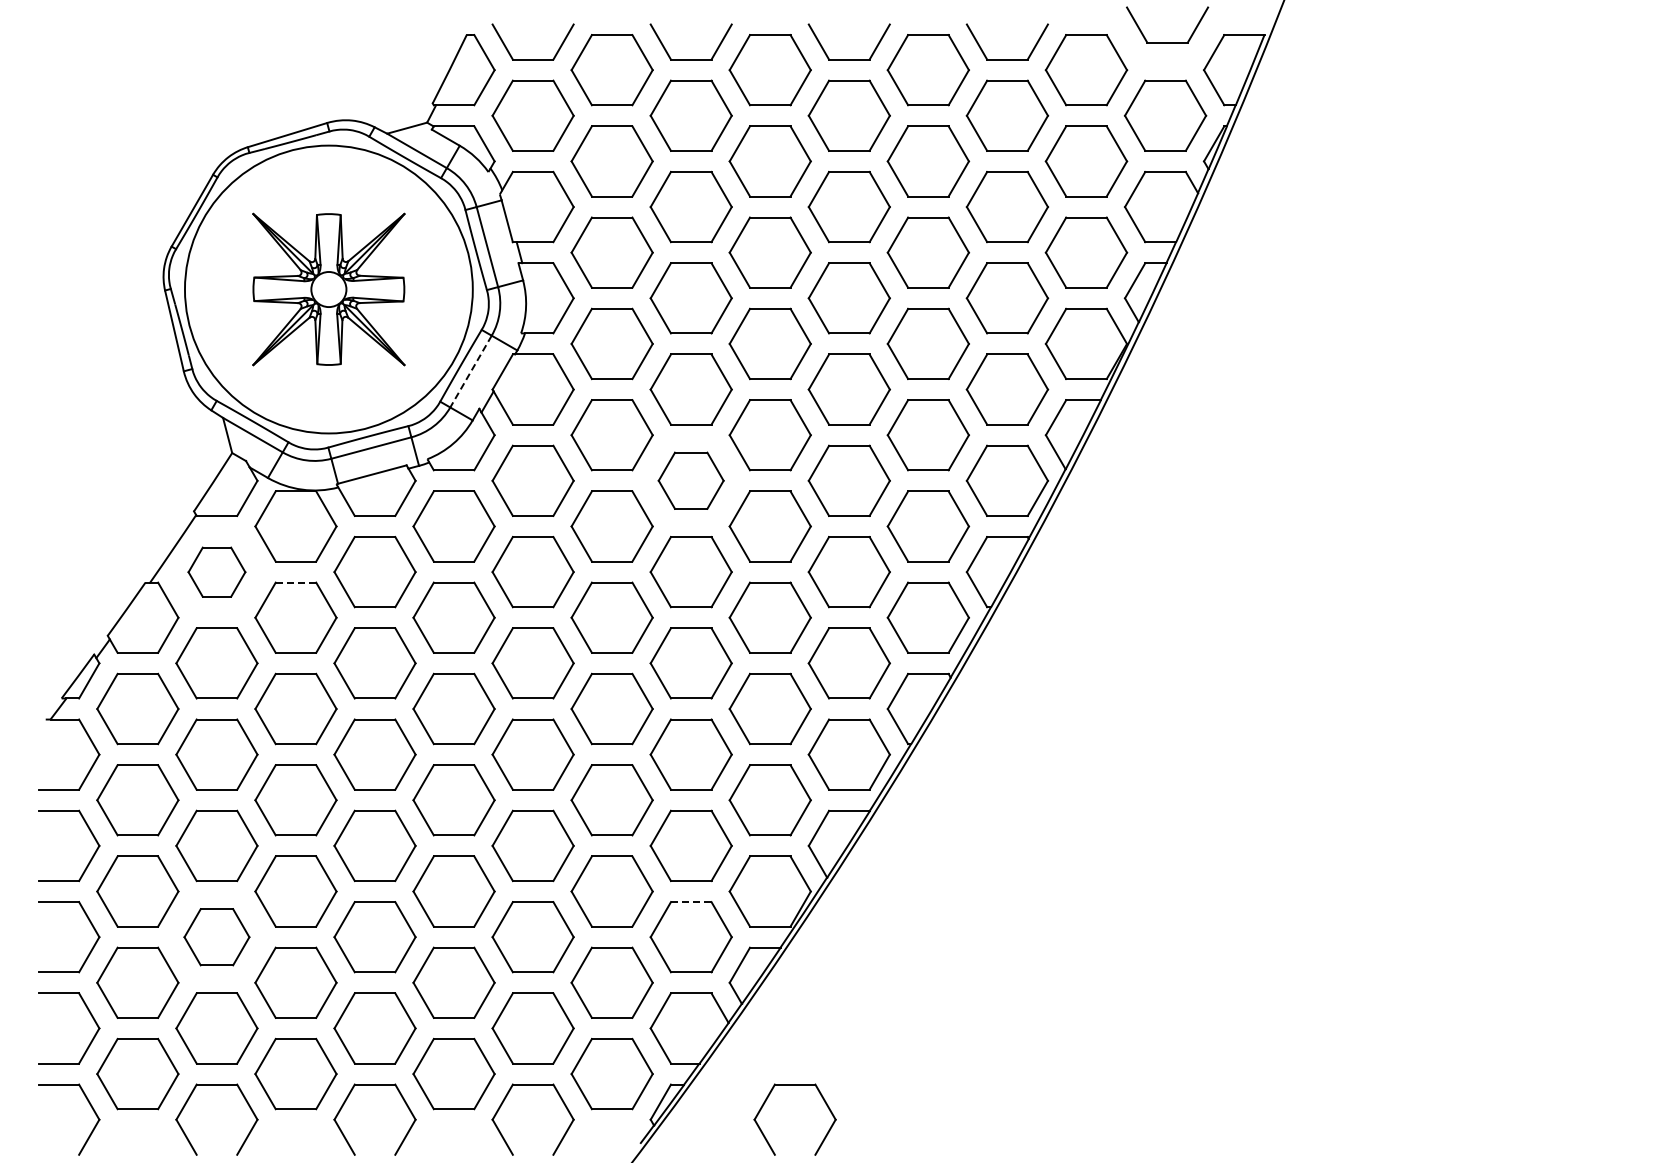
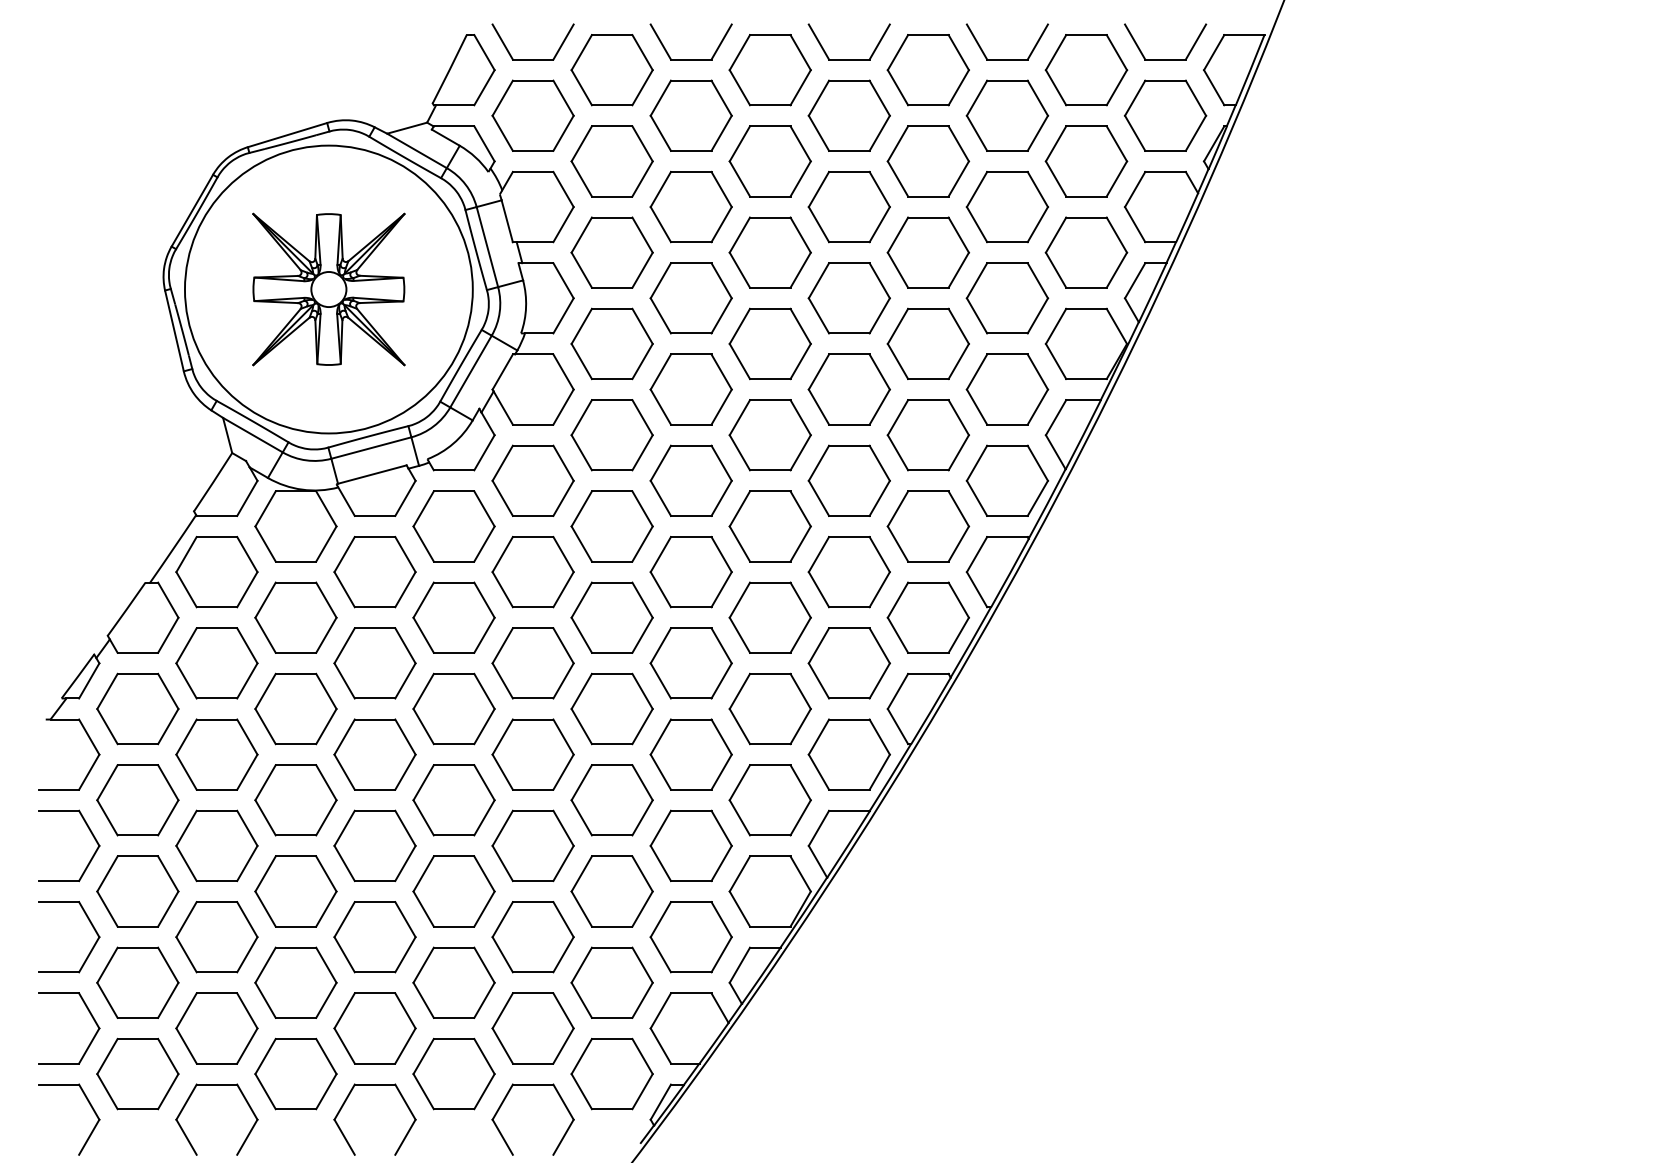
part at (1167, 42) position: (1167, 42) -> (1165, 59)
line at (470, 372): dashed -> solid
part at (690, 480) size: 68x59 px -> 84x73 px
part at (216, 571) size: 60x52 px -> 84x73 px
line at (296, 582): dashed -> solid
line at (691, 902): dashed -> solid
part at (216, 937) size: 68x59 px -> 84x73 px
part at (765, 1103): present -> none
